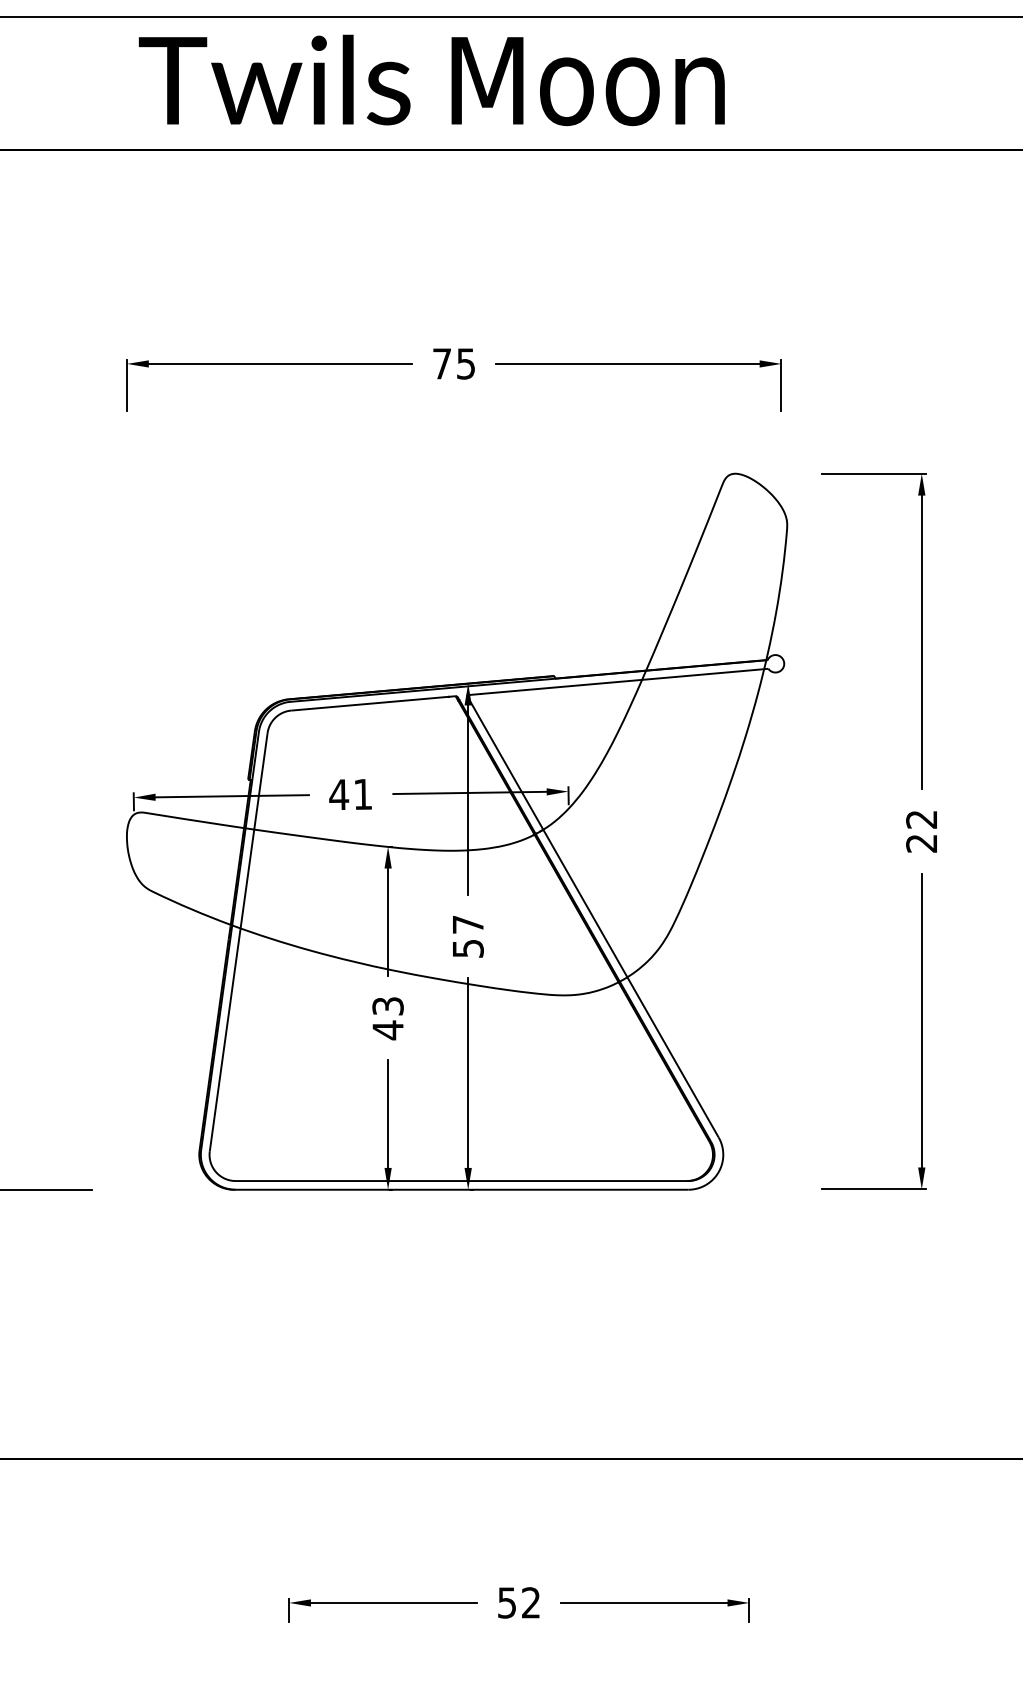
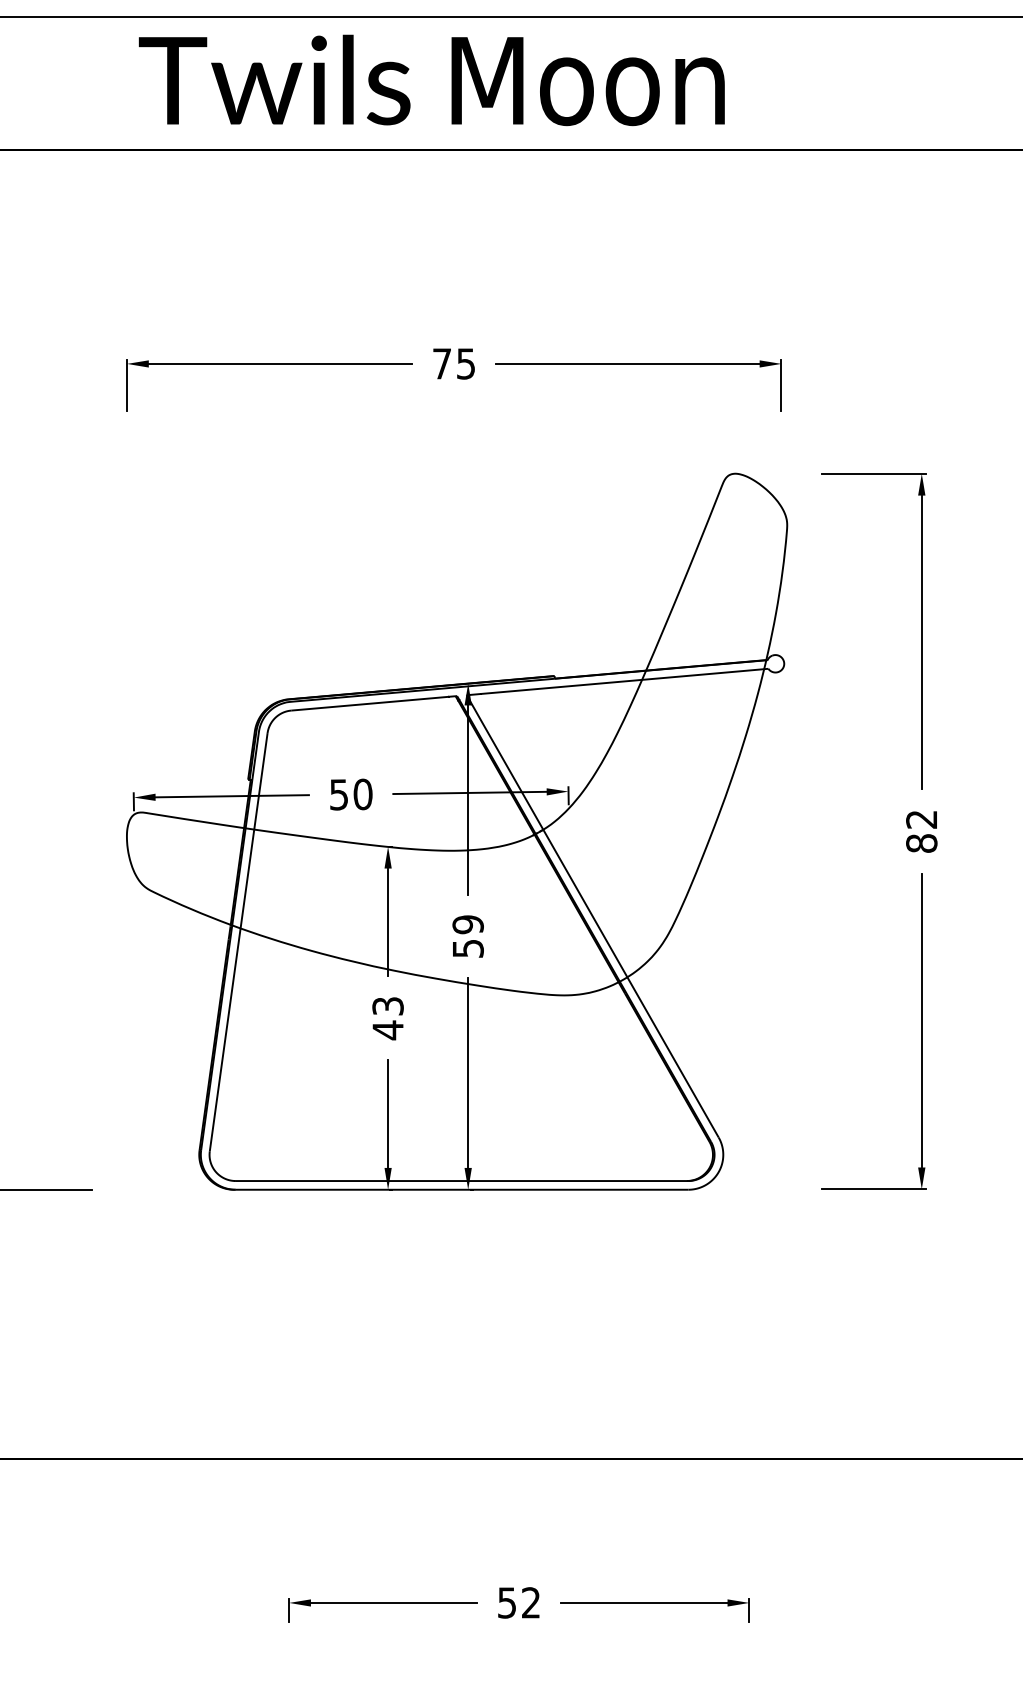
text at (350, 794): 41 -> 50
text at (921, 843): 22 -> 82
text at (467, 924): 57 -> 59
